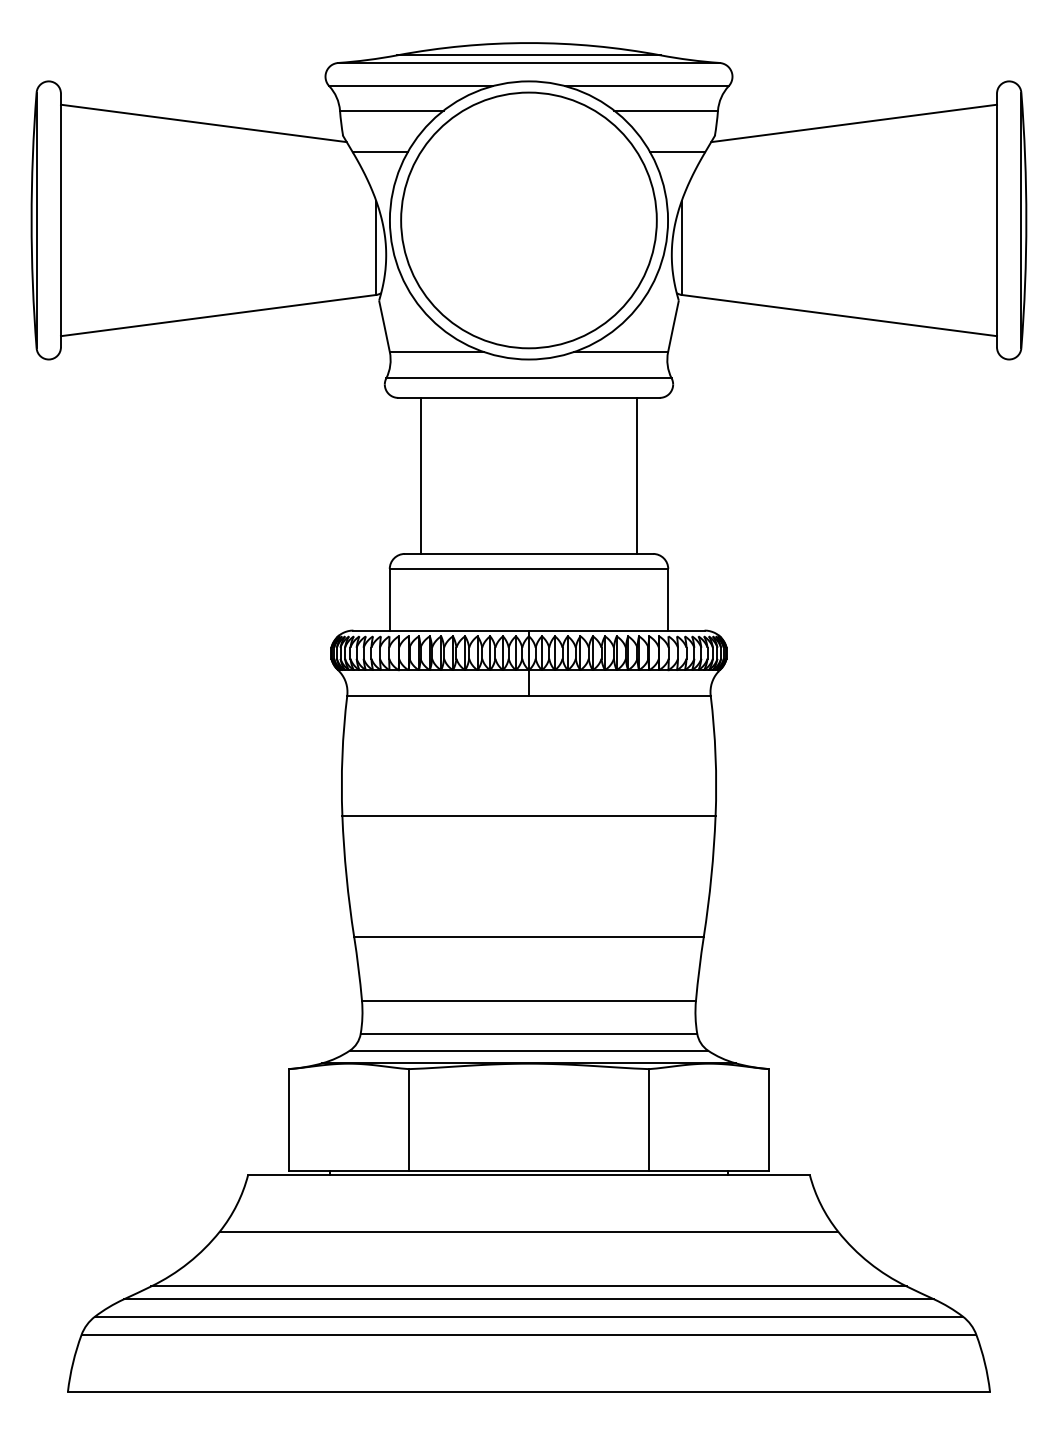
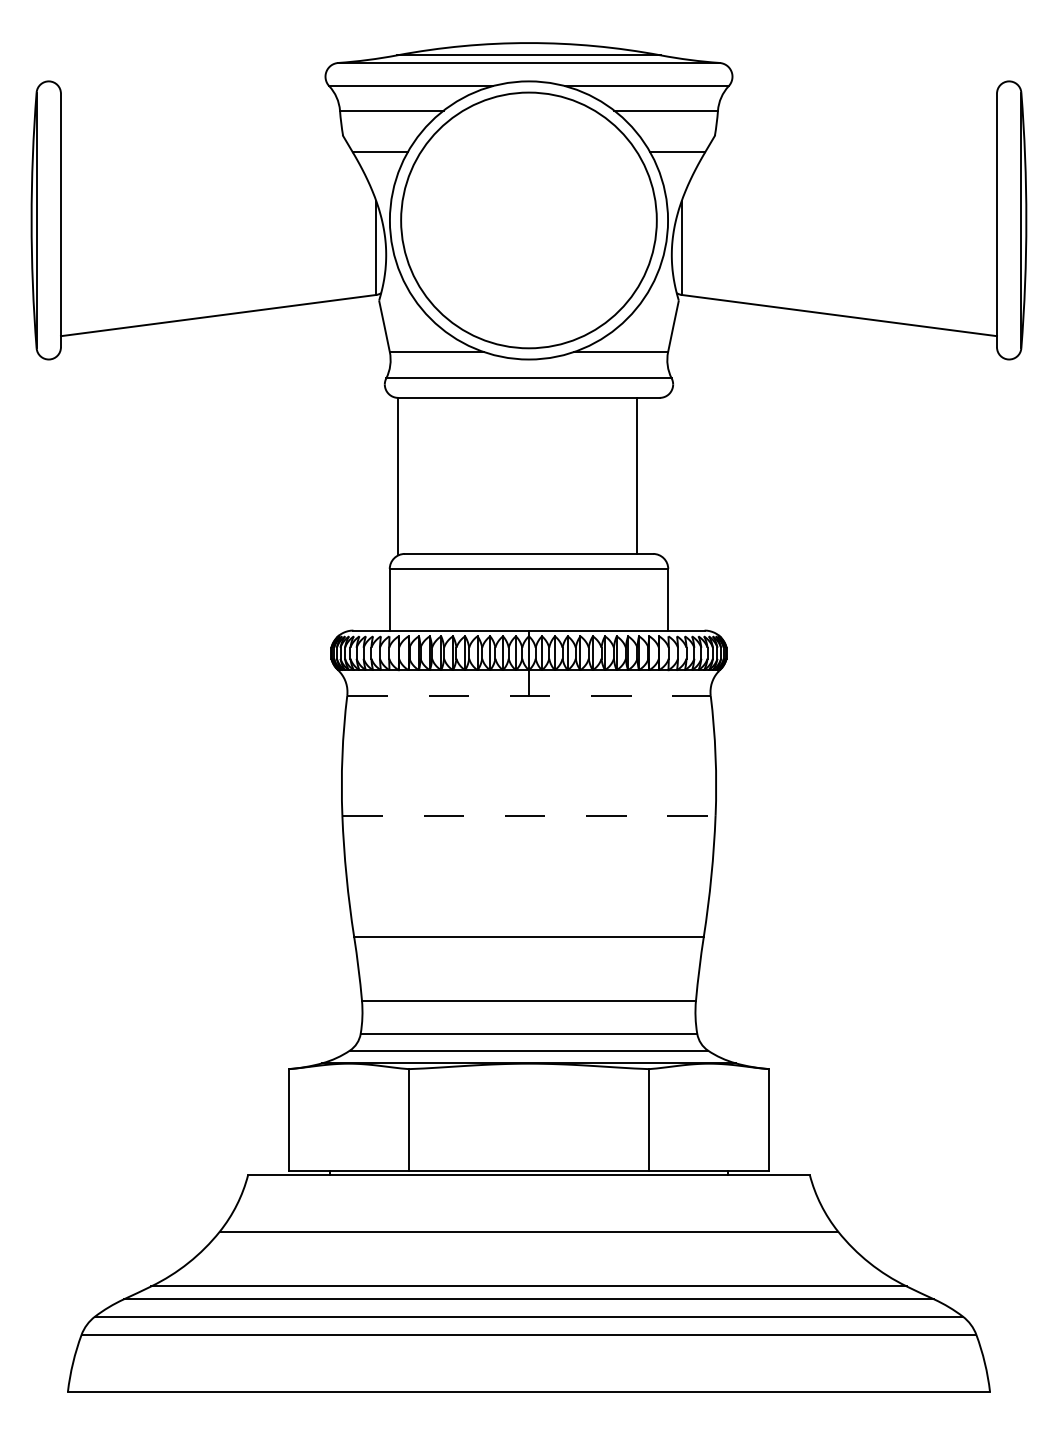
line at (203, 123): present -> none
line at (854, 123): present -> none
line at (421, 475) position: (421, 475) -> (398, 475)
line at (529, 695): solid -> dashed
line at (528, 815): solid -> dashed
